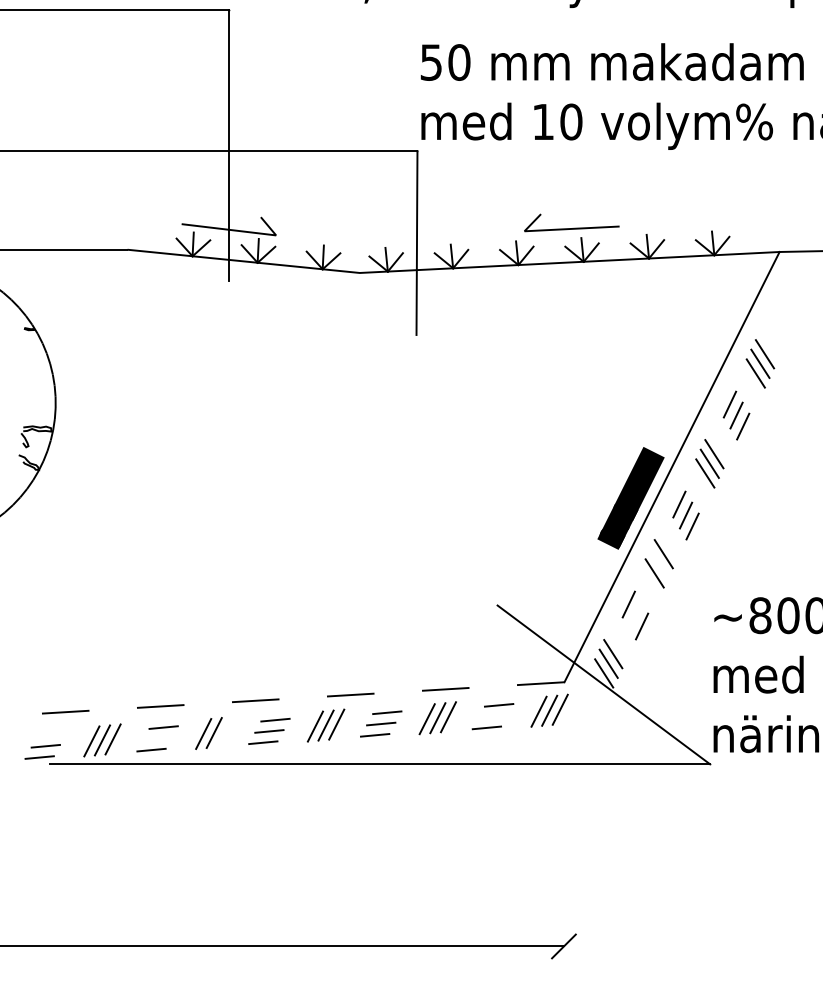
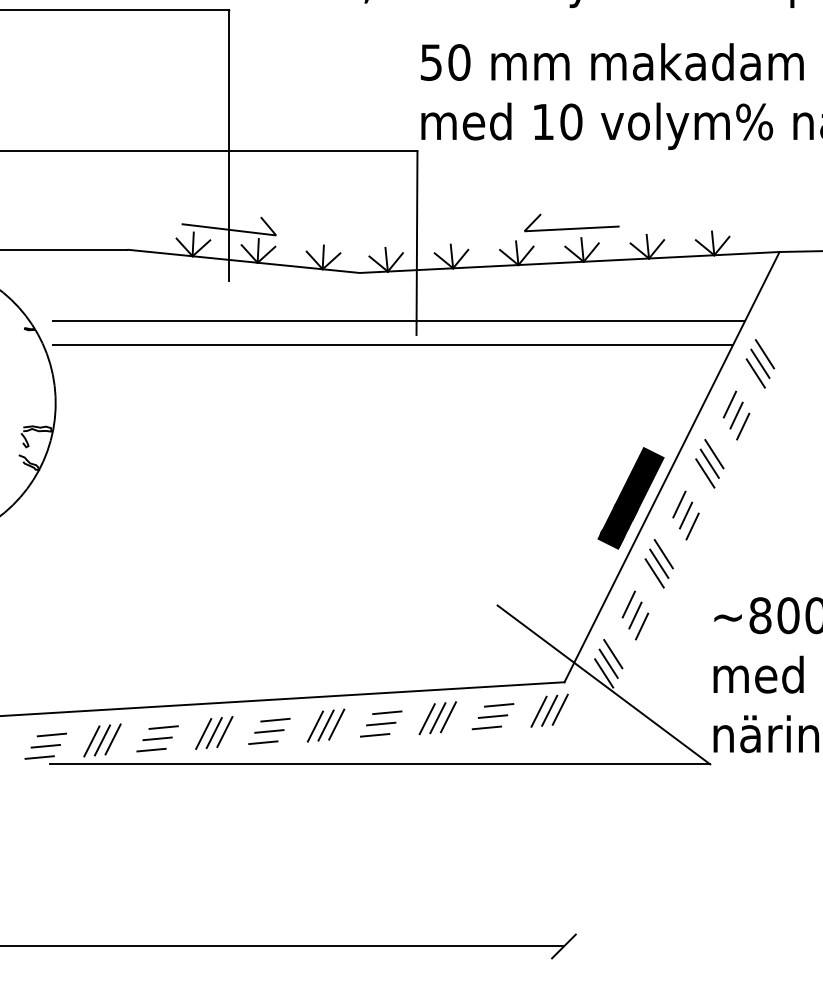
line at (398, 321): none -> present
line at (392, 344): none -> present
line at (659, 563): none -> present
line at (635, 615): none -> present
line at (282, 699): dashed -> solid
line at (492, 716): none -> present
line at (224, 732): none -> present
line at (51, 734): none -> present
line at (157, 738): none -> present
